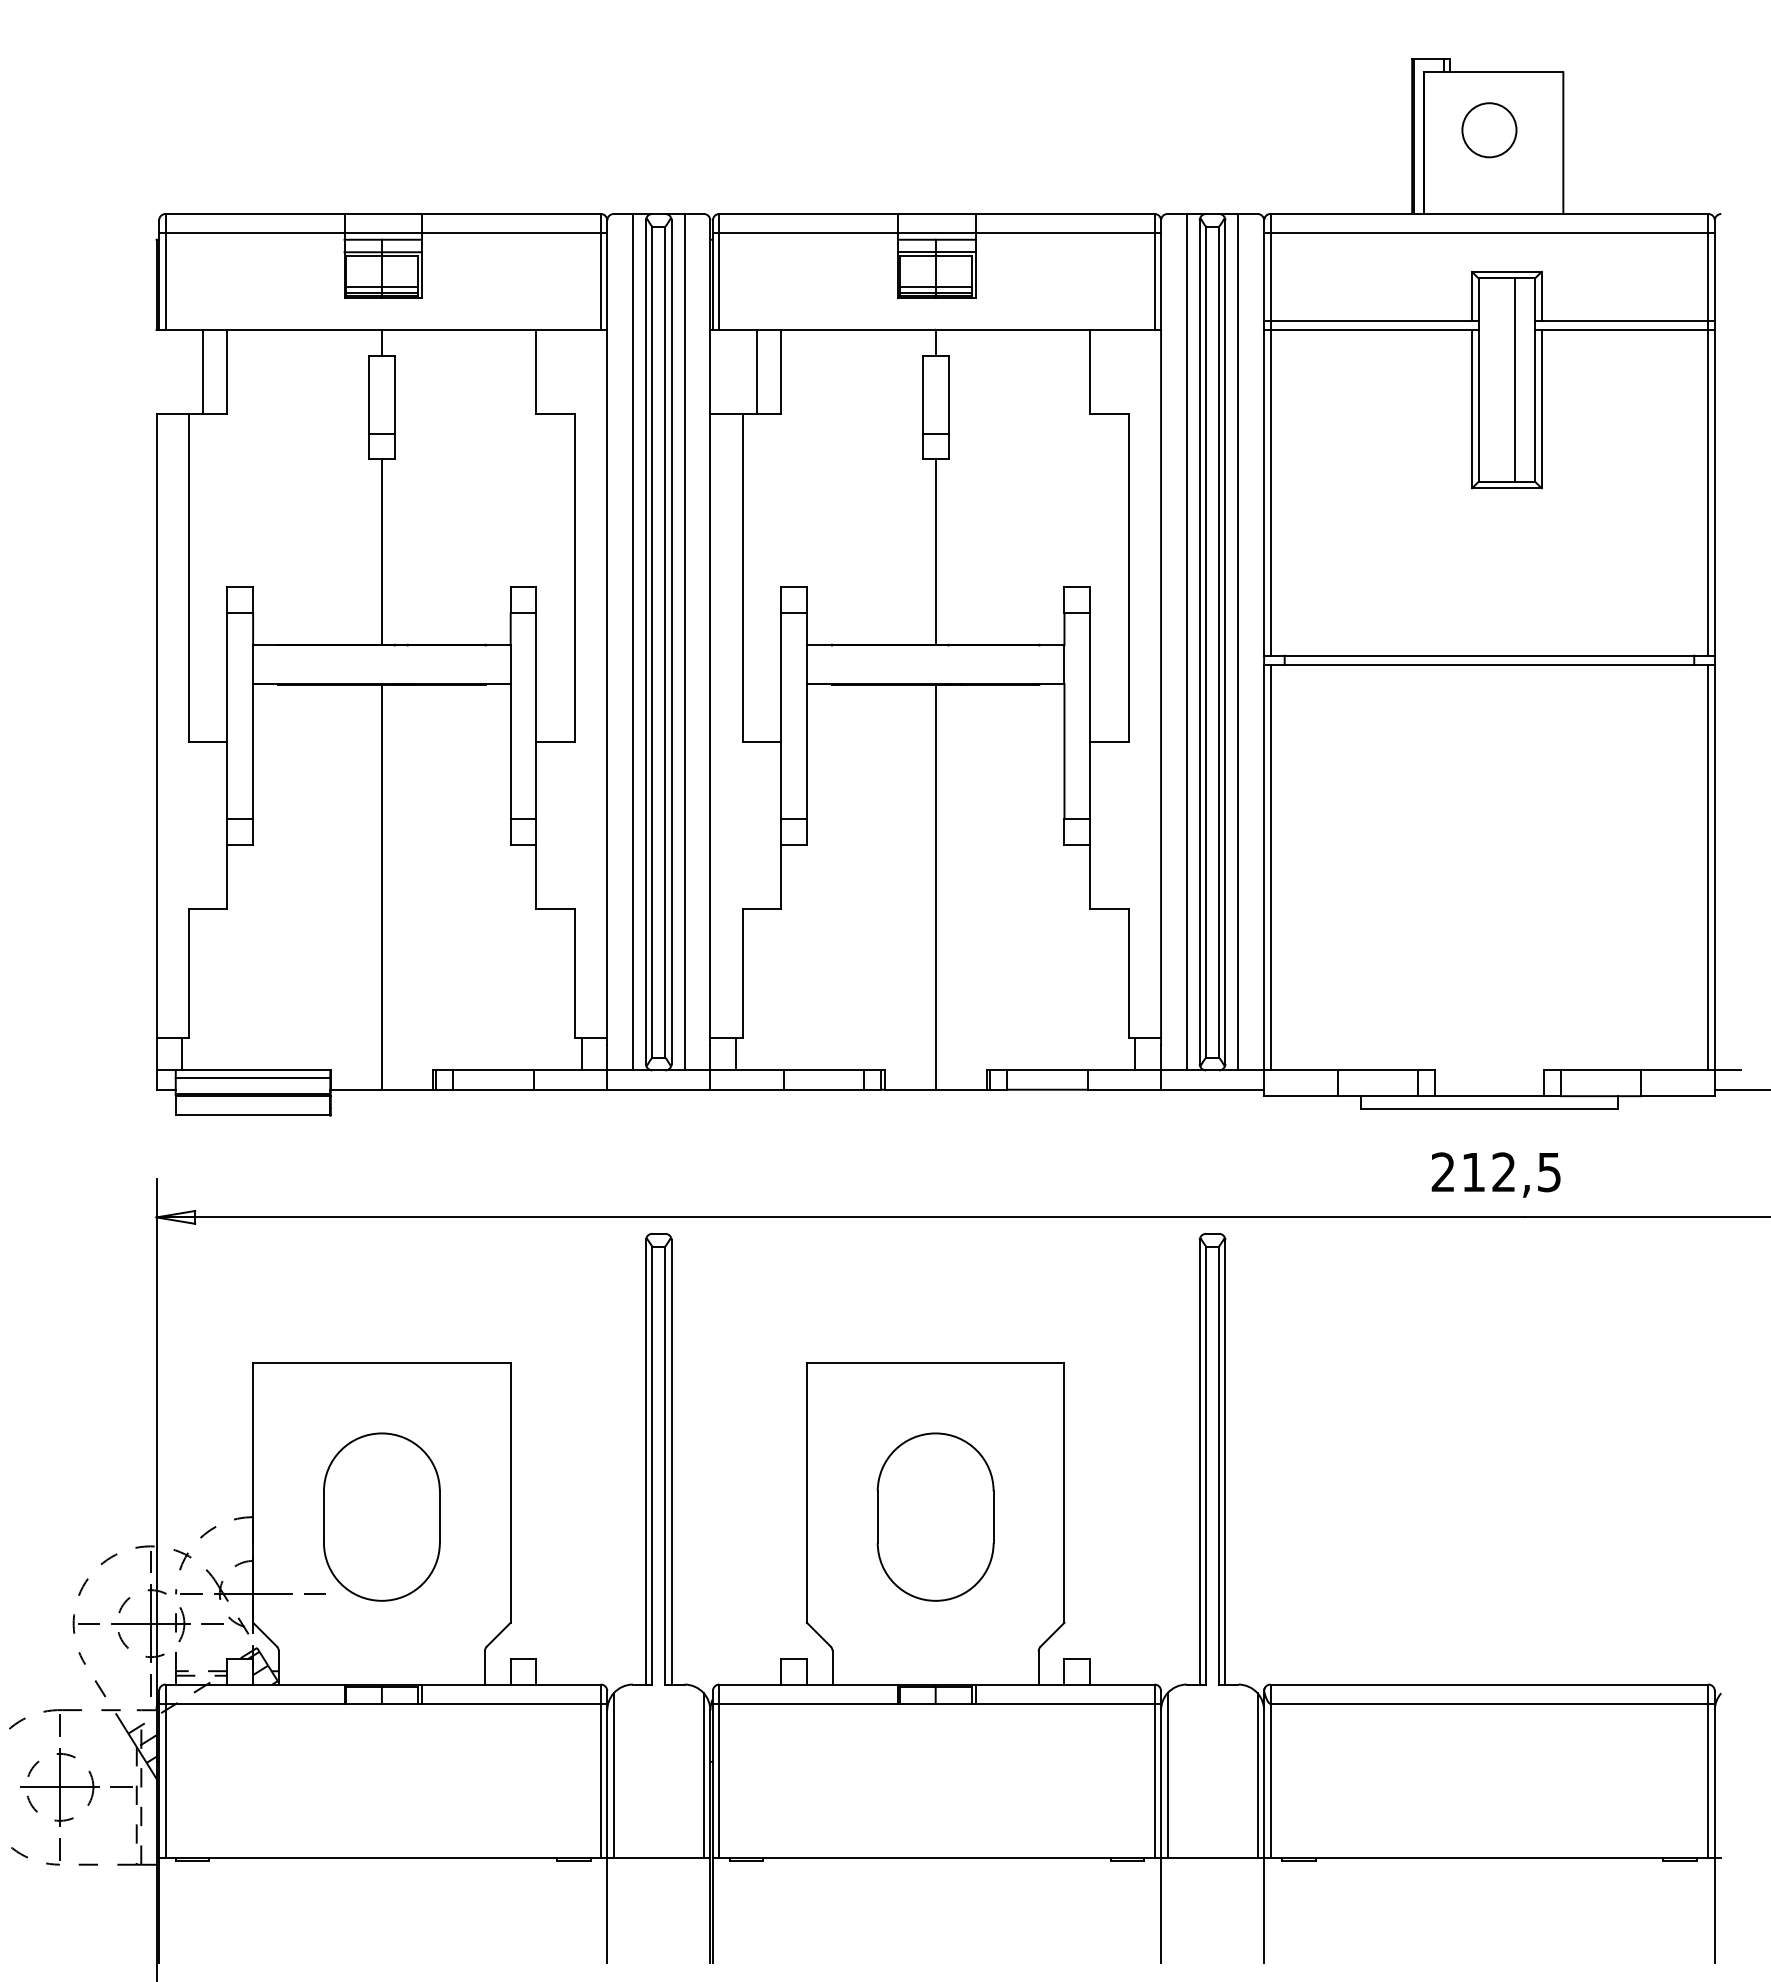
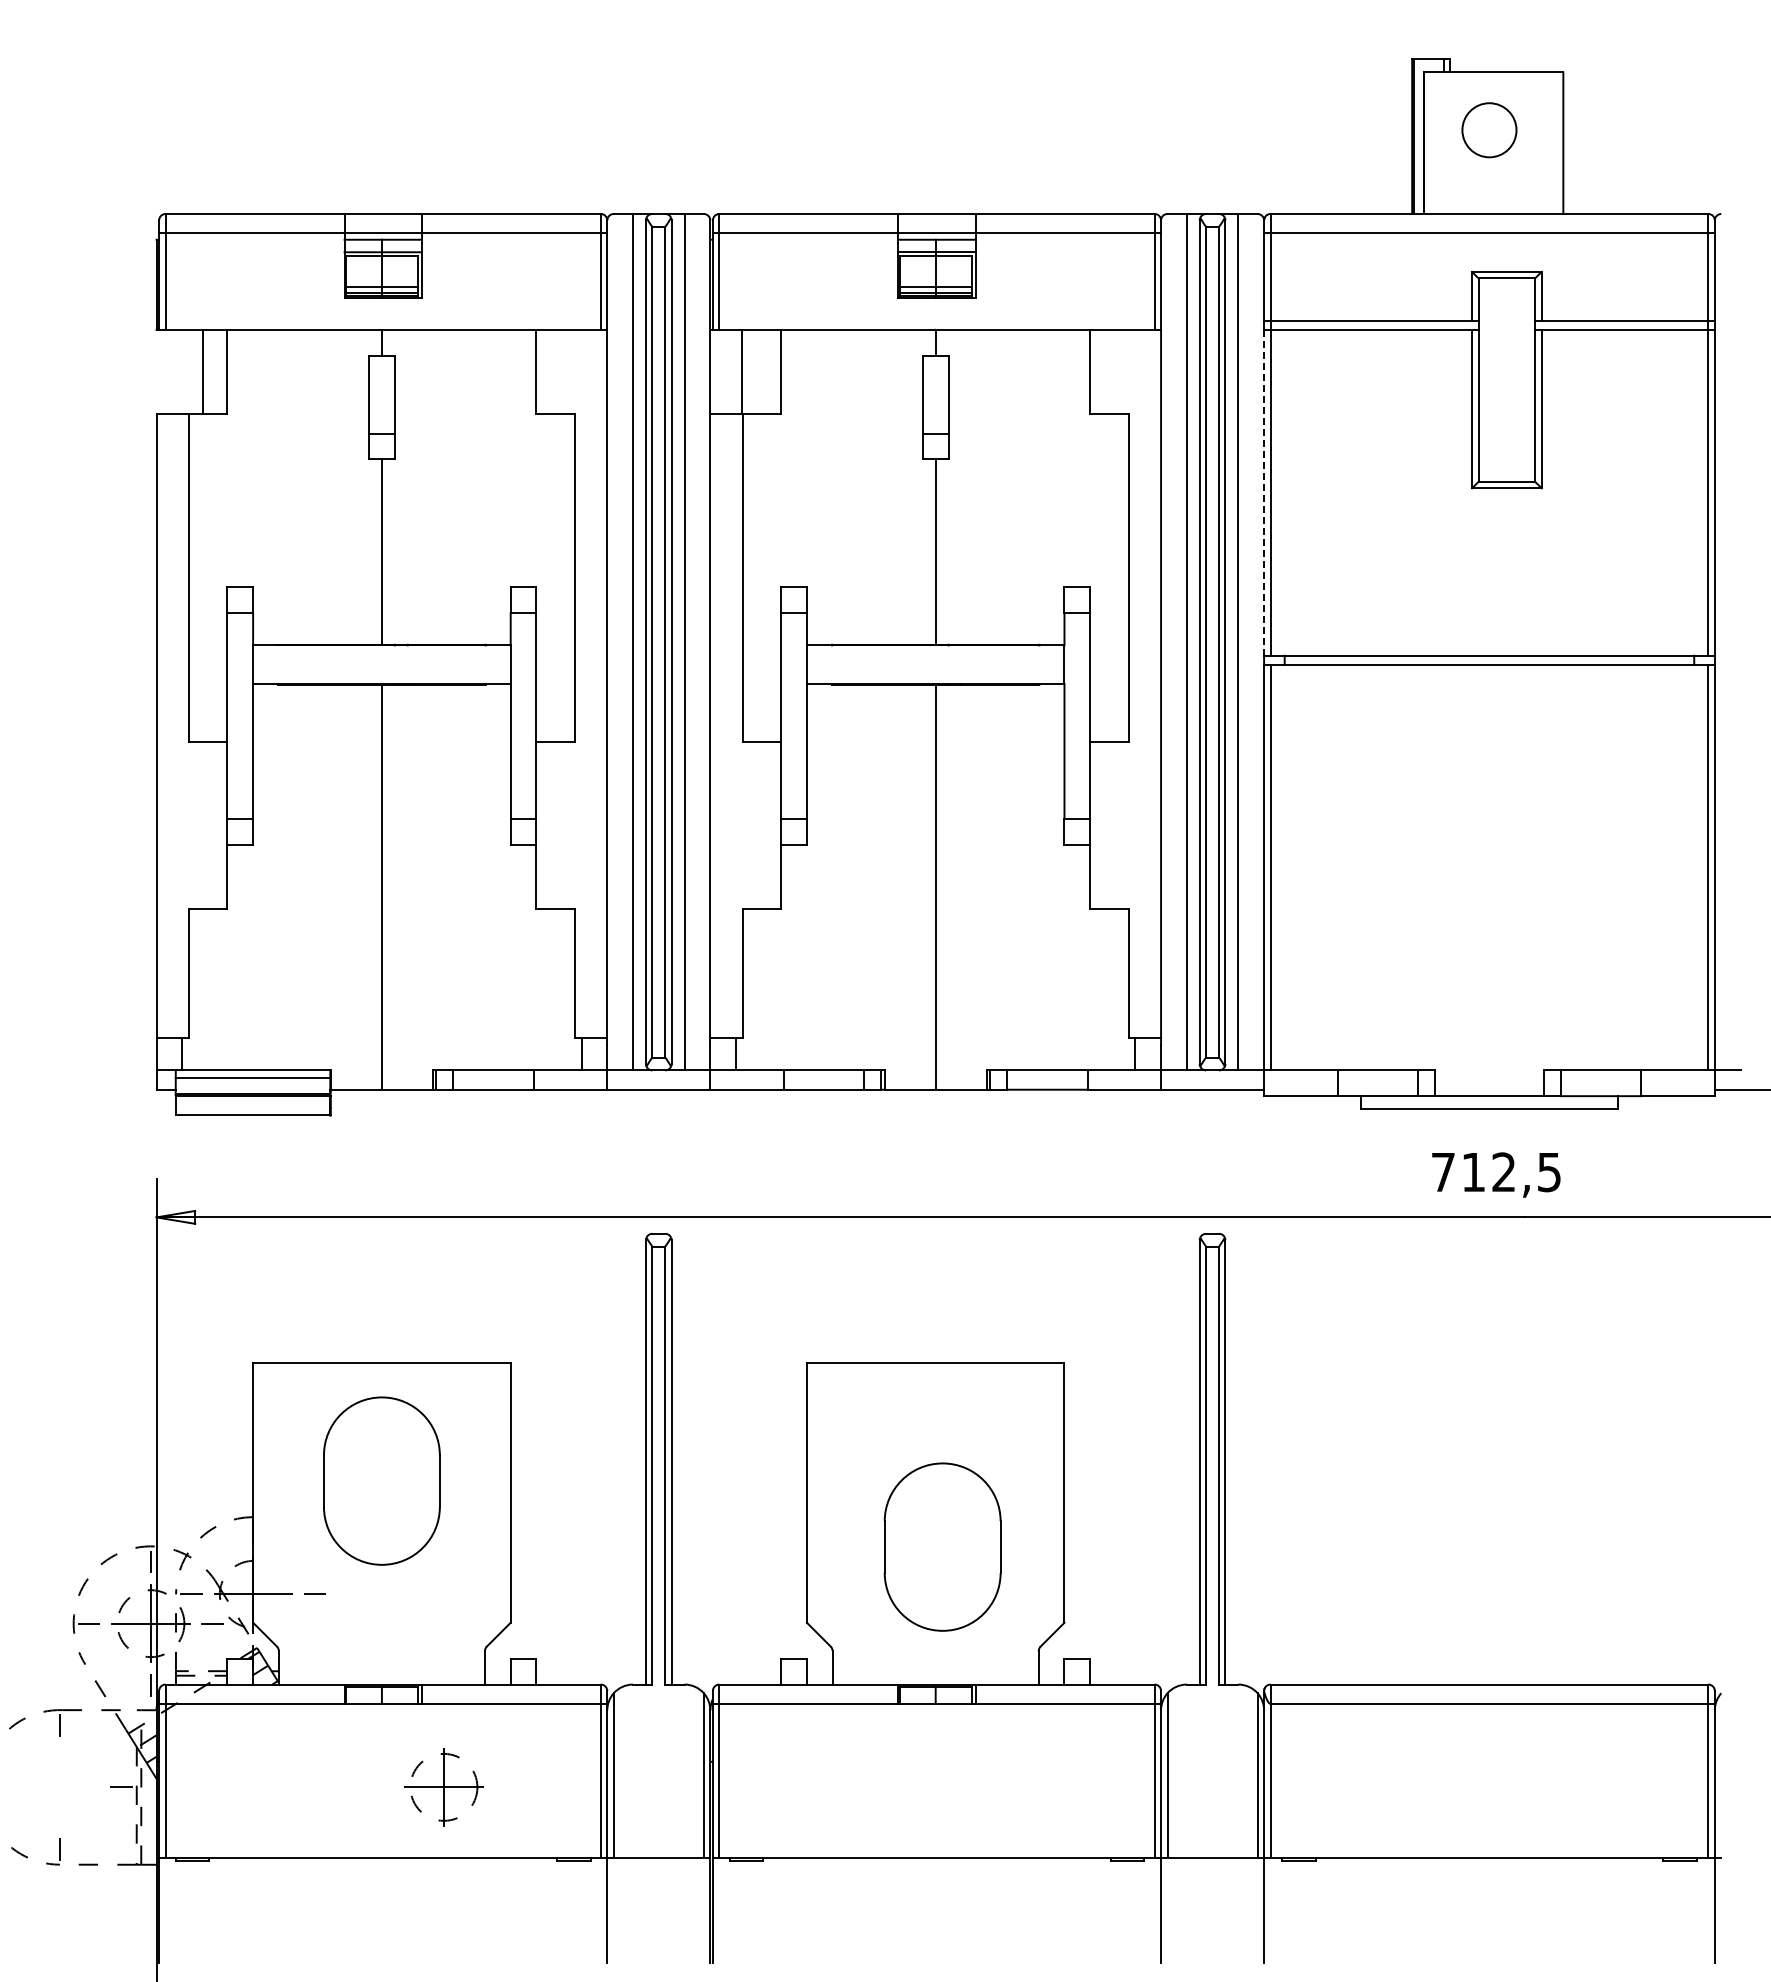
line at (756, 371) position: (756, 371) -> (741, 371)
line at (1515, 379): present -> none
line at (1264, 492): solid -> dashed
text at (1442, 1171): 212,5 -> 712,5
part at (381, 1516) position: (381, 1516) -> (381, 1480)
part at (935, 1516) position: (935, 1516) -> (942, 1546)
part at (59, 1787) position: (59, 1787) -> (443, 1787)
